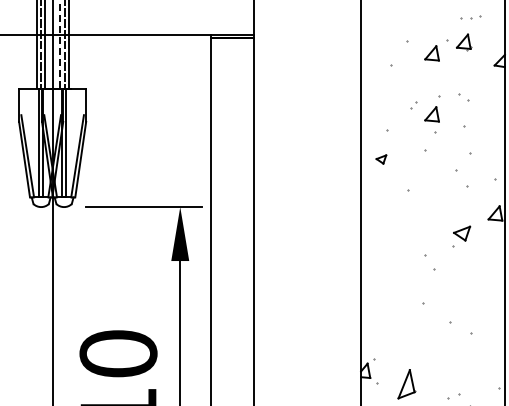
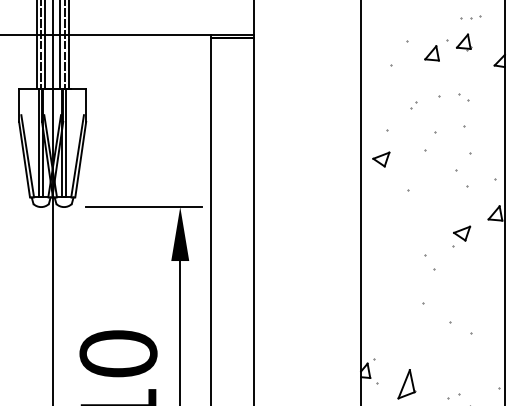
line at (60, 44): dashed -> solid
part at (431, 114): present -> none
part at (381, 159) size: 13x11 px -> 19x17 px
